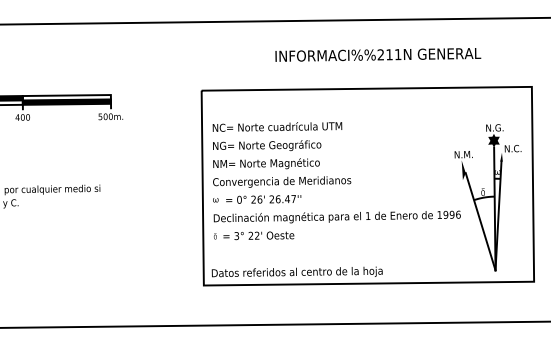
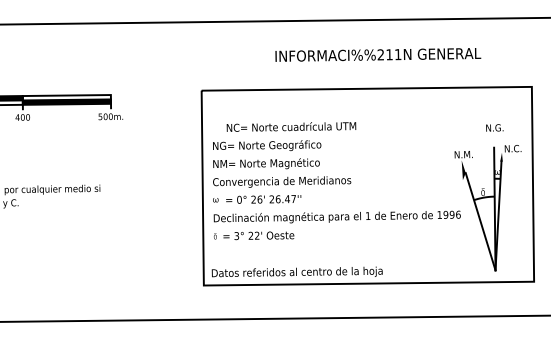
text at (277, 126) position: (277, 126) -> (291, 126)
fill at (493, 140): present -> none
line at (274, 324) position: (274, 324) -> (274, 318)
